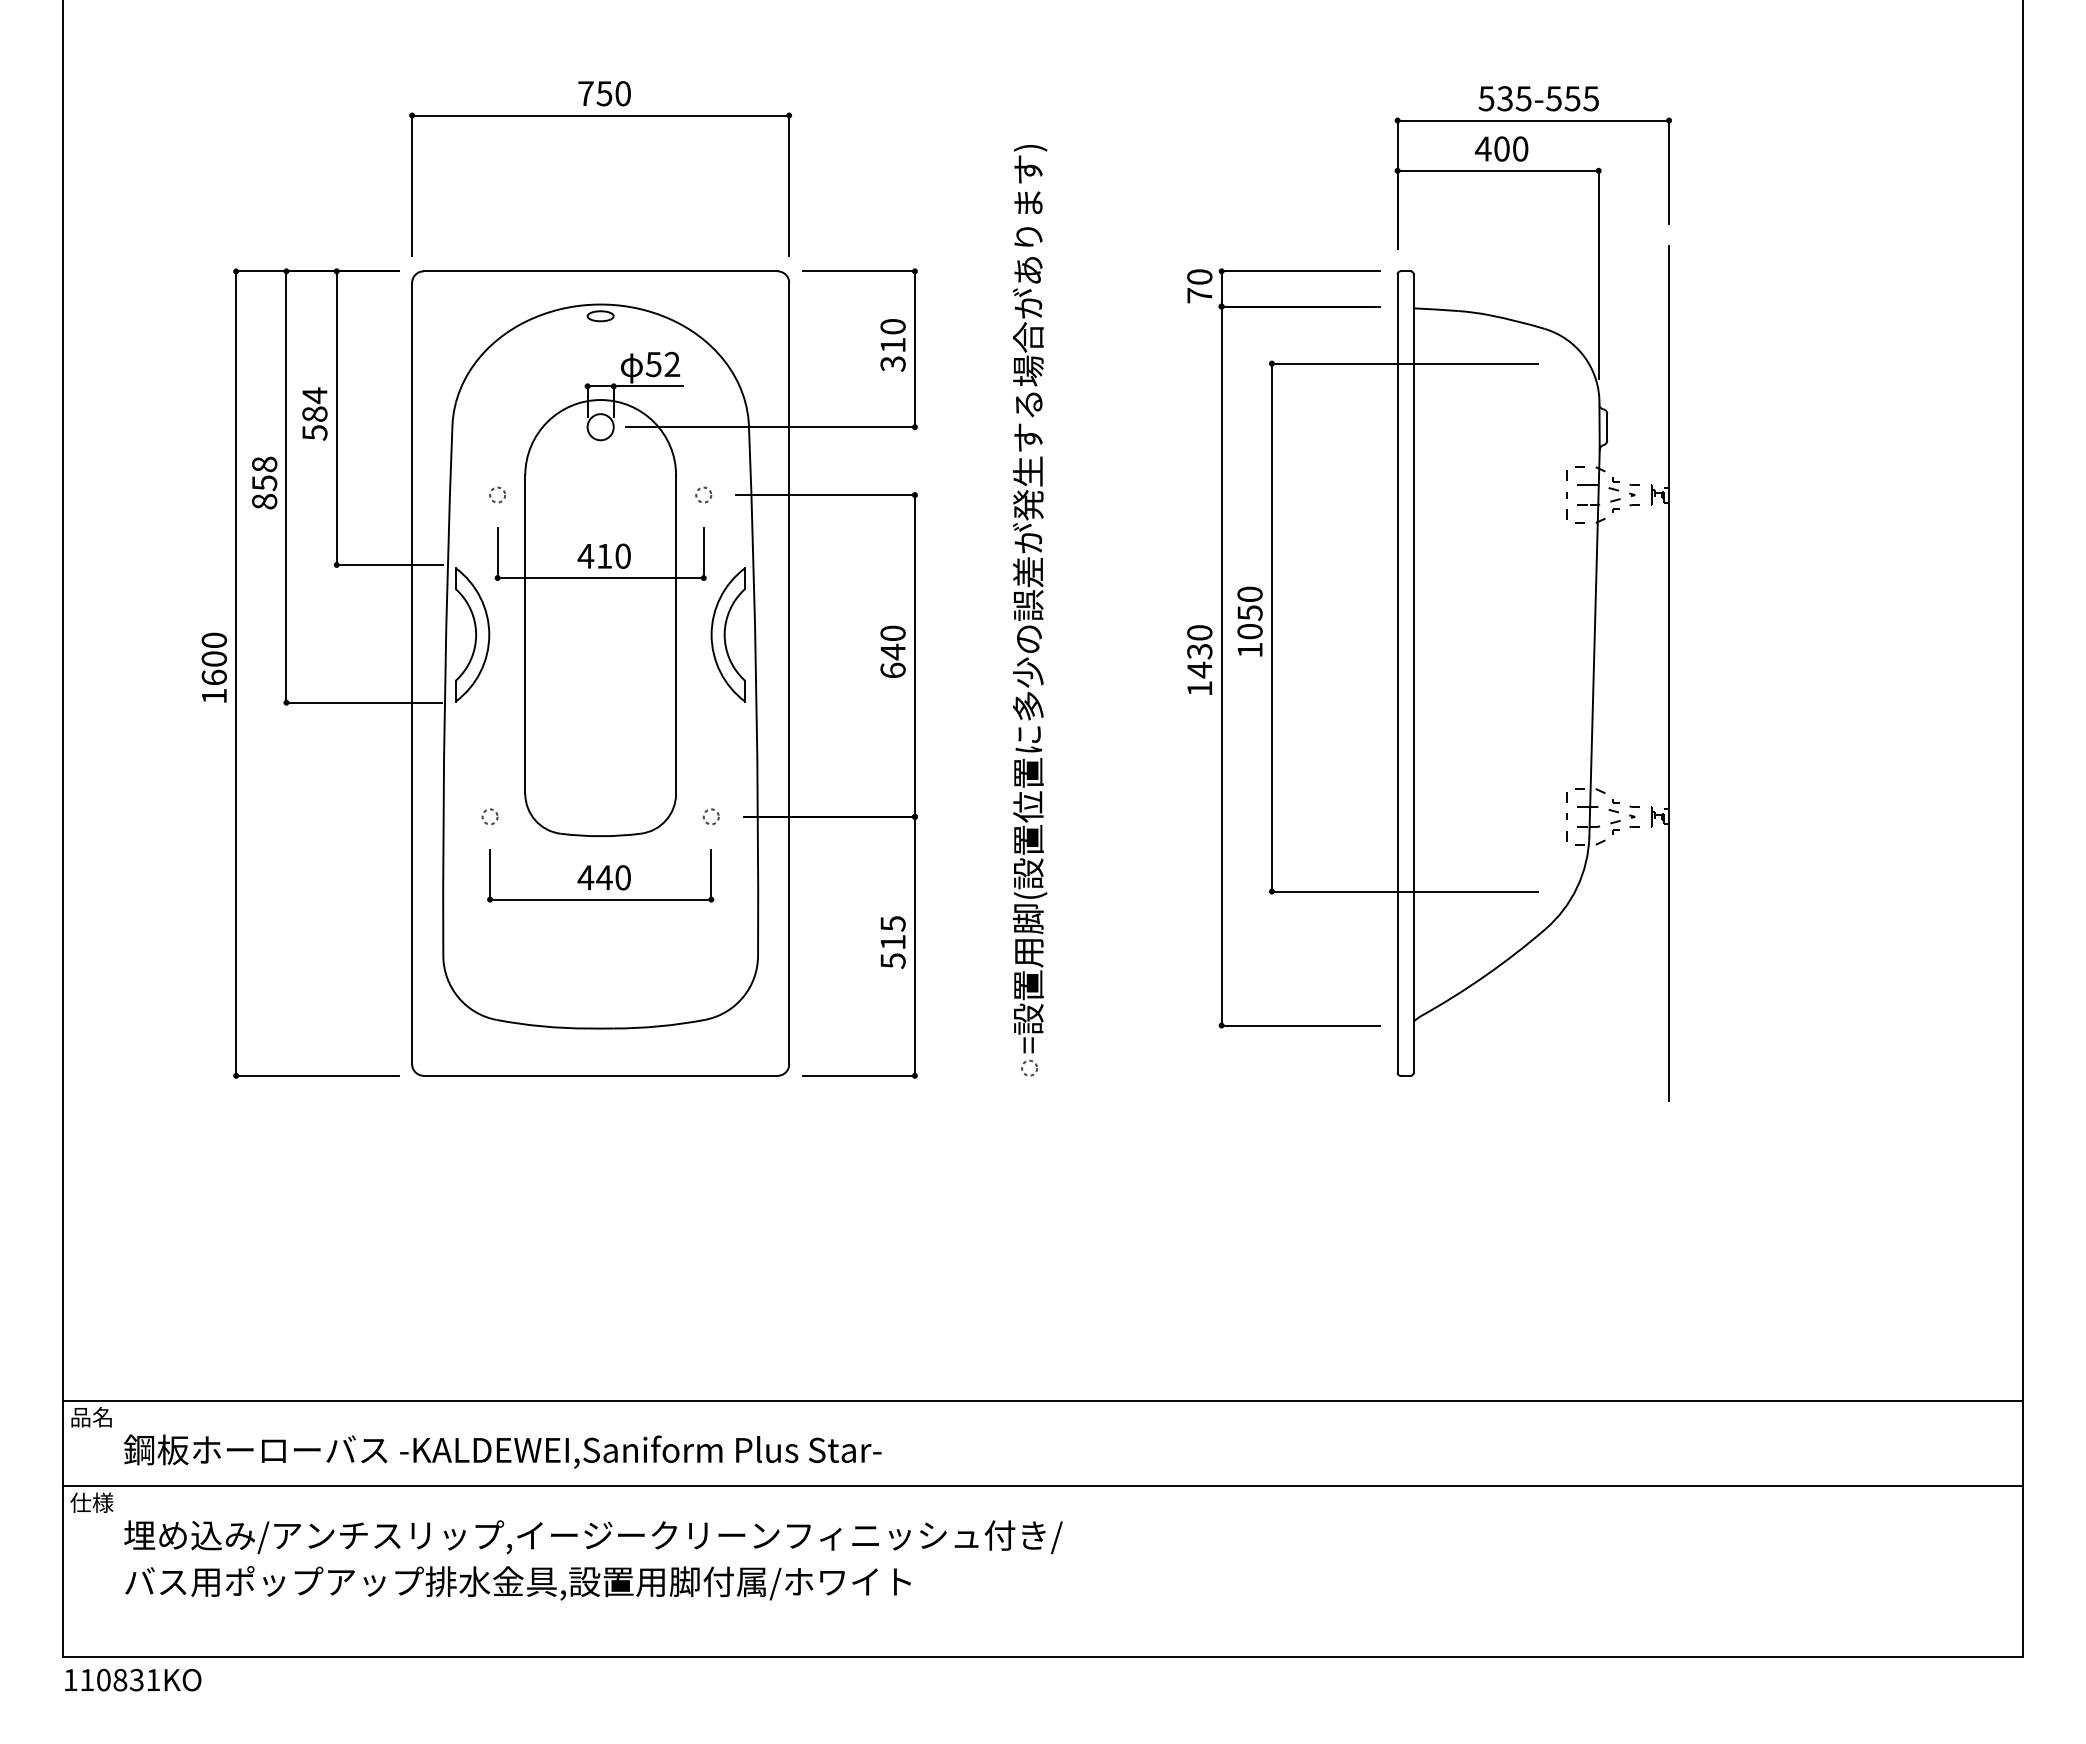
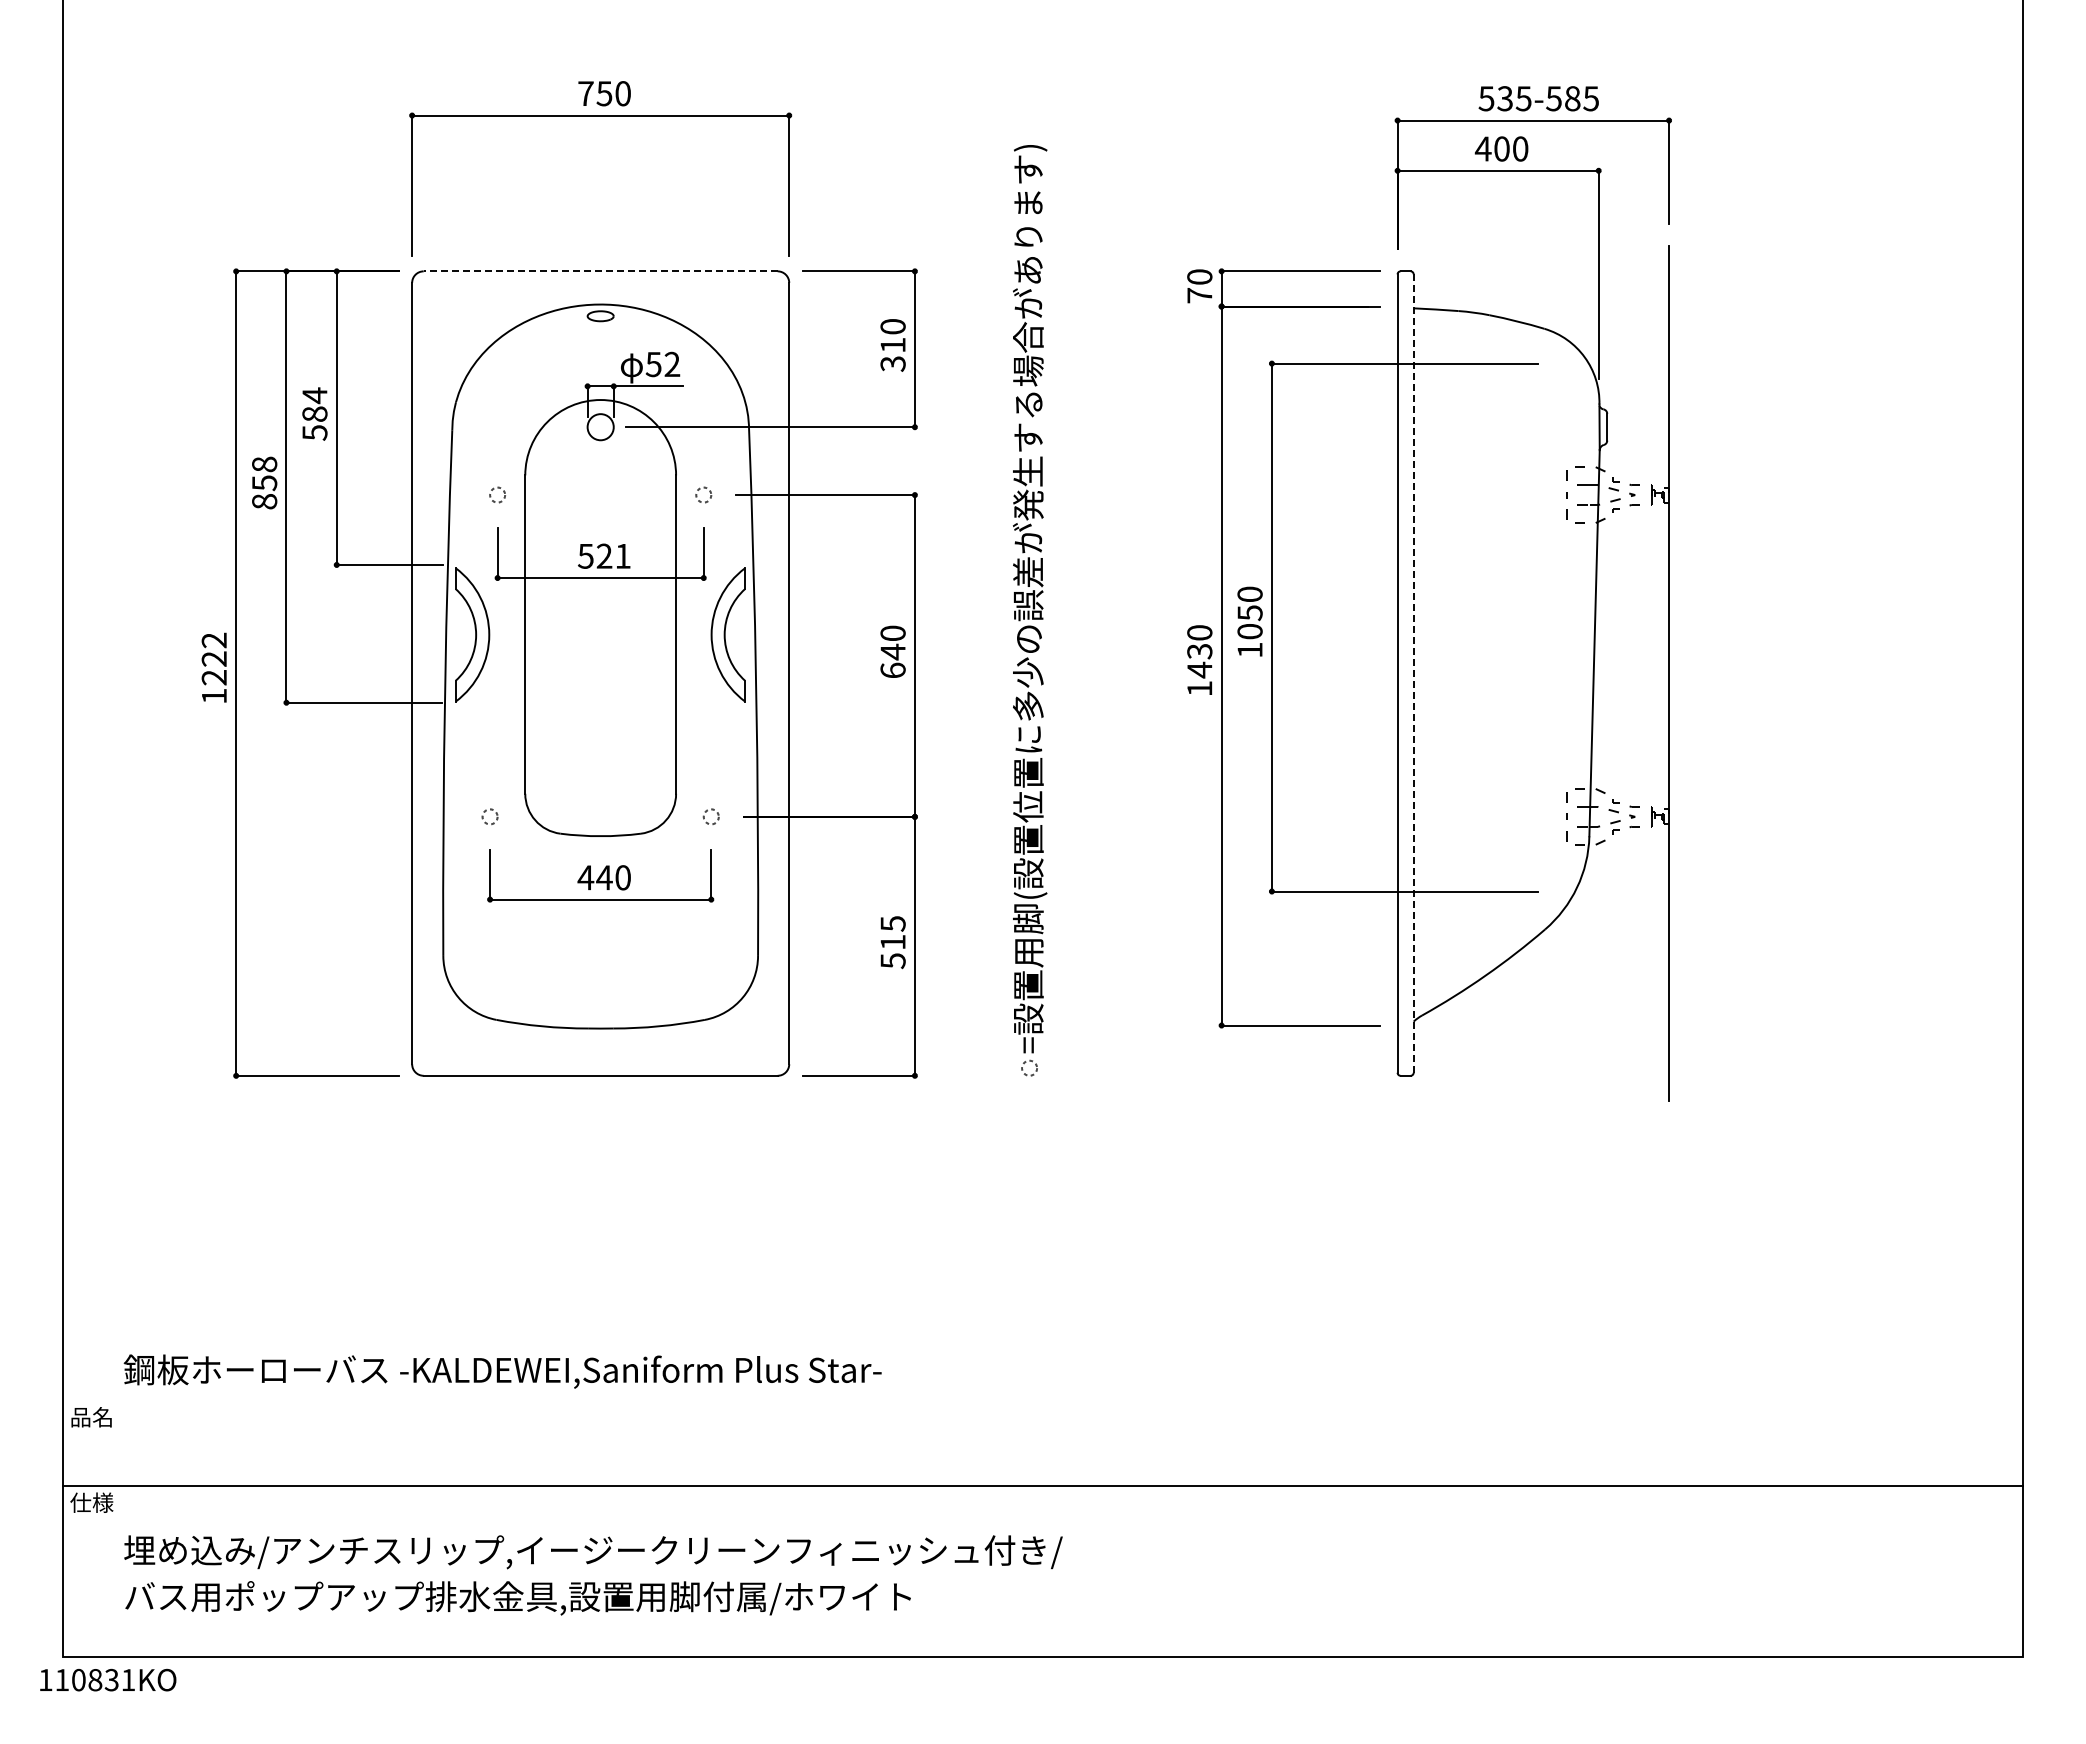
text at (1572, 98): 535-555 -> 535-585
line at (600, 271): solid -> dashed
text at (603, 555): 410 -> 521
text at (214, 658): 1600 -> 1222
line at (1413, 674): solid -> dashed
line at (1042, 1400): present -> none
text at (502, 1451) position: (502, 1451) -> (502, 1371)
text at (593, 1560) position: (593, 1560) -> (593, 1575)
text at (133, 1679) position: (133, 1679) -> (108, 1679)
